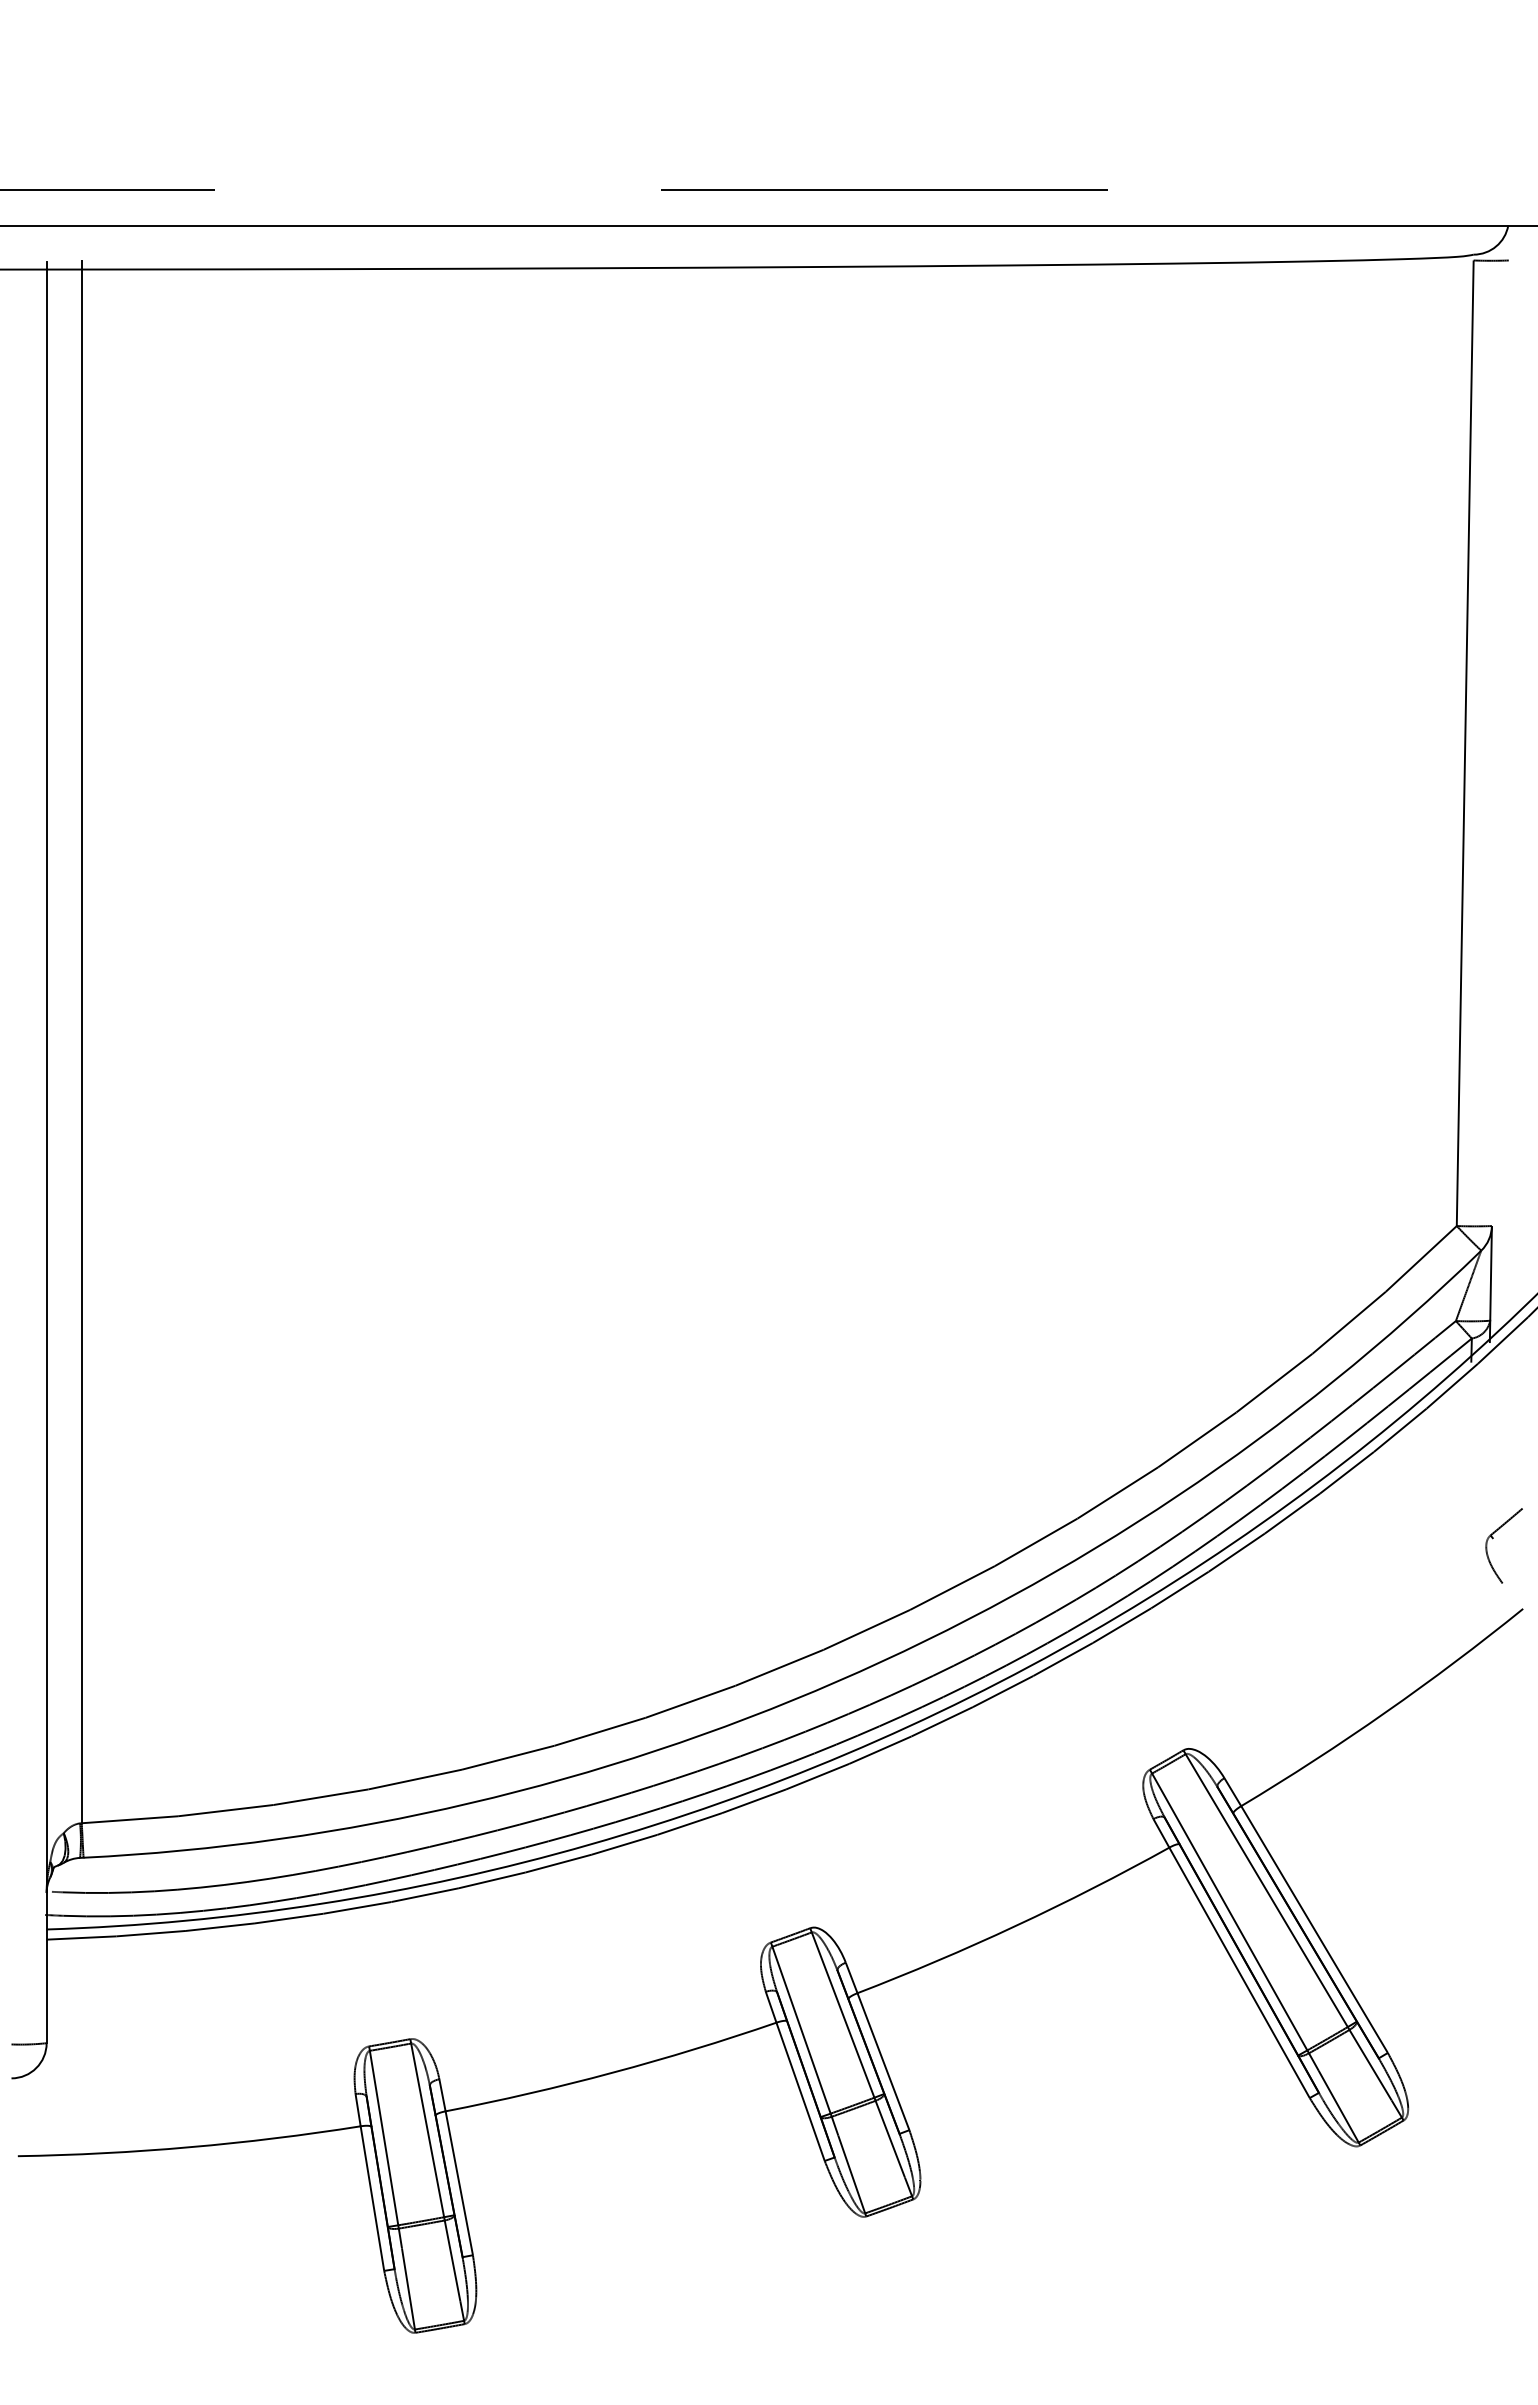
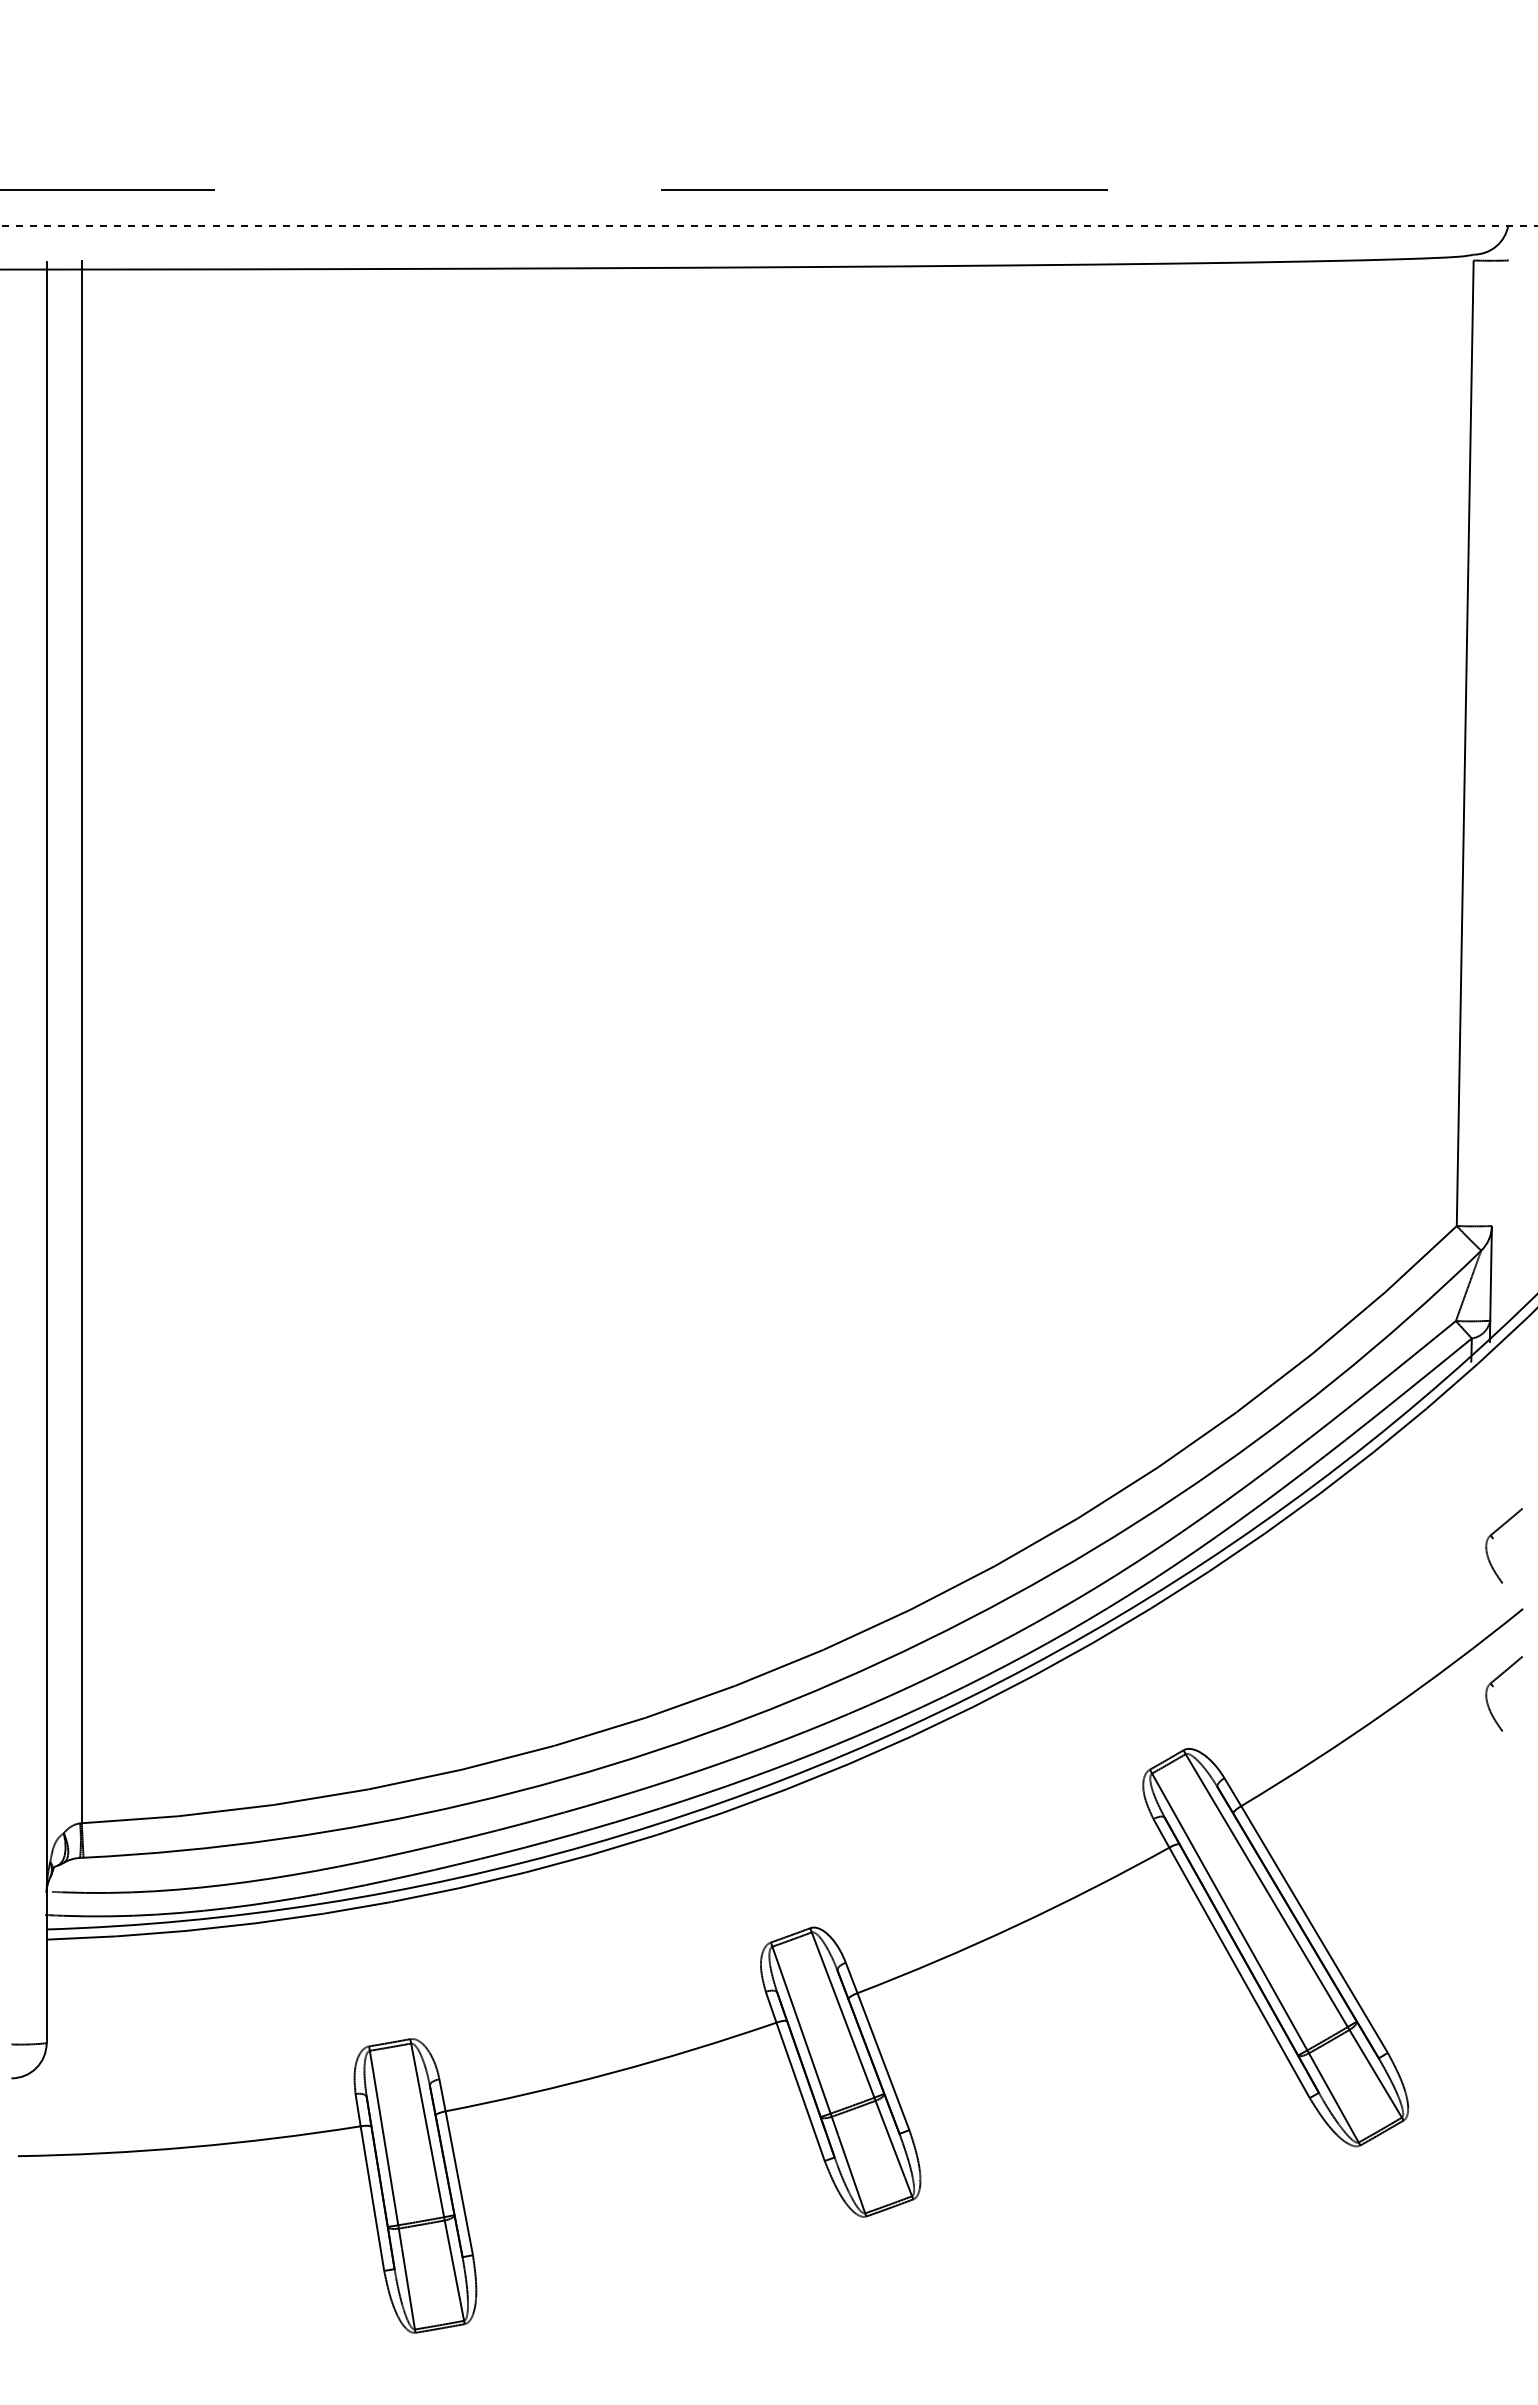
line at (769, 225): solid -> dashed
part at (1493, 1686): none -> present
